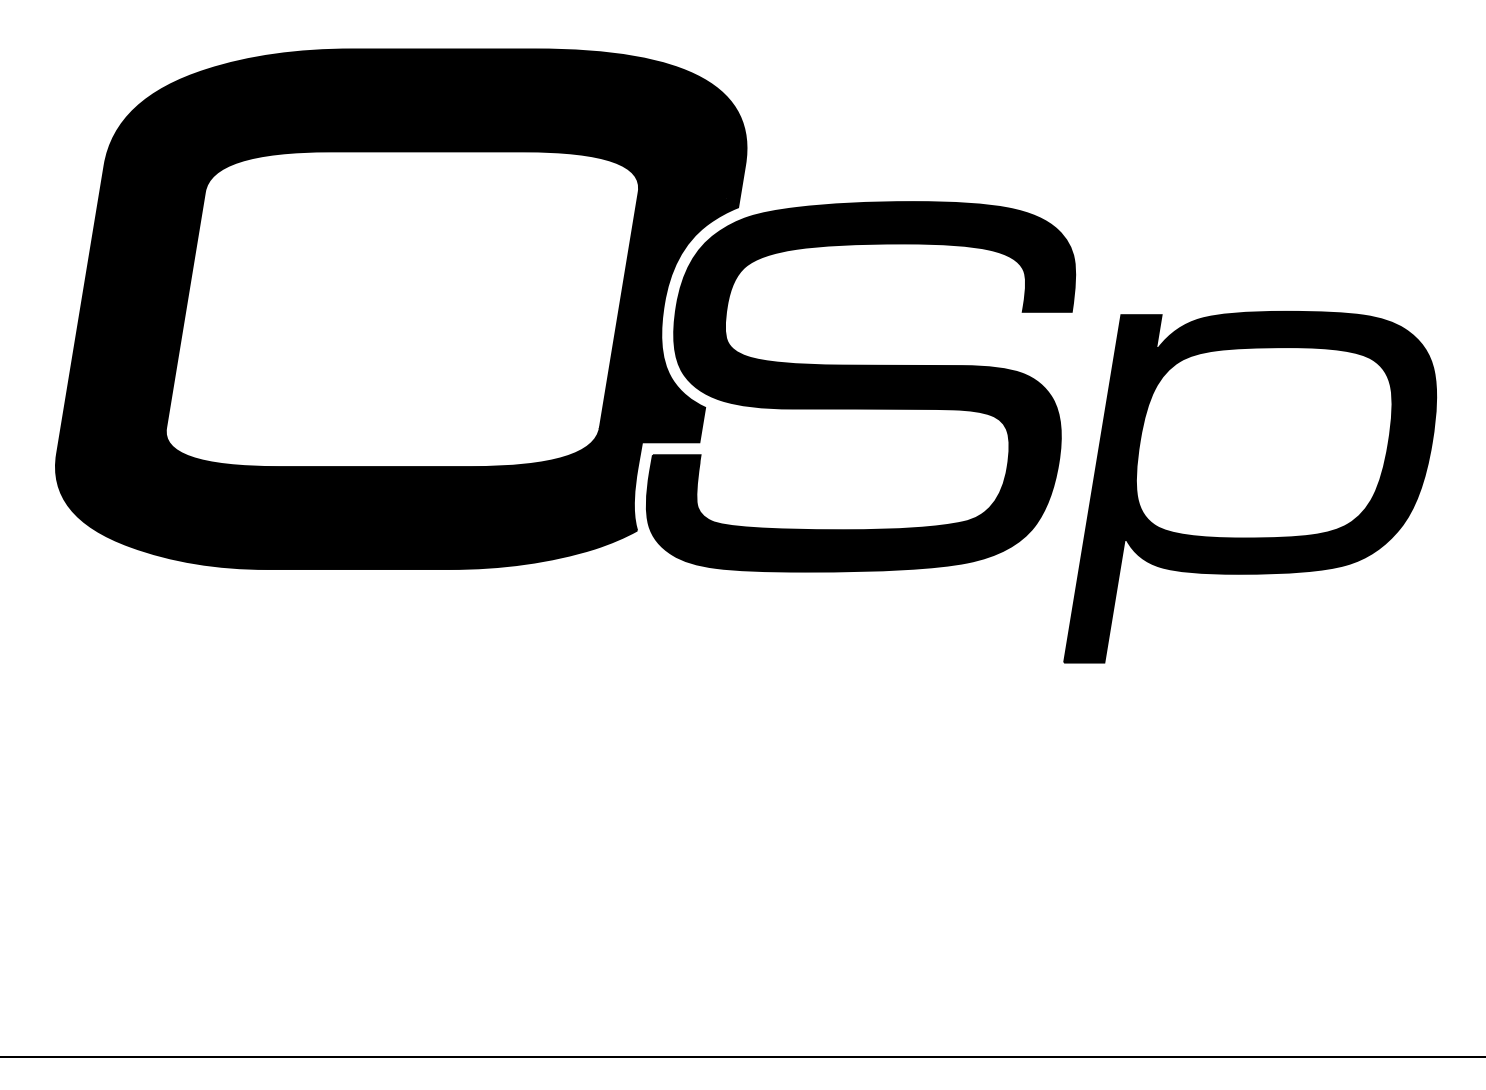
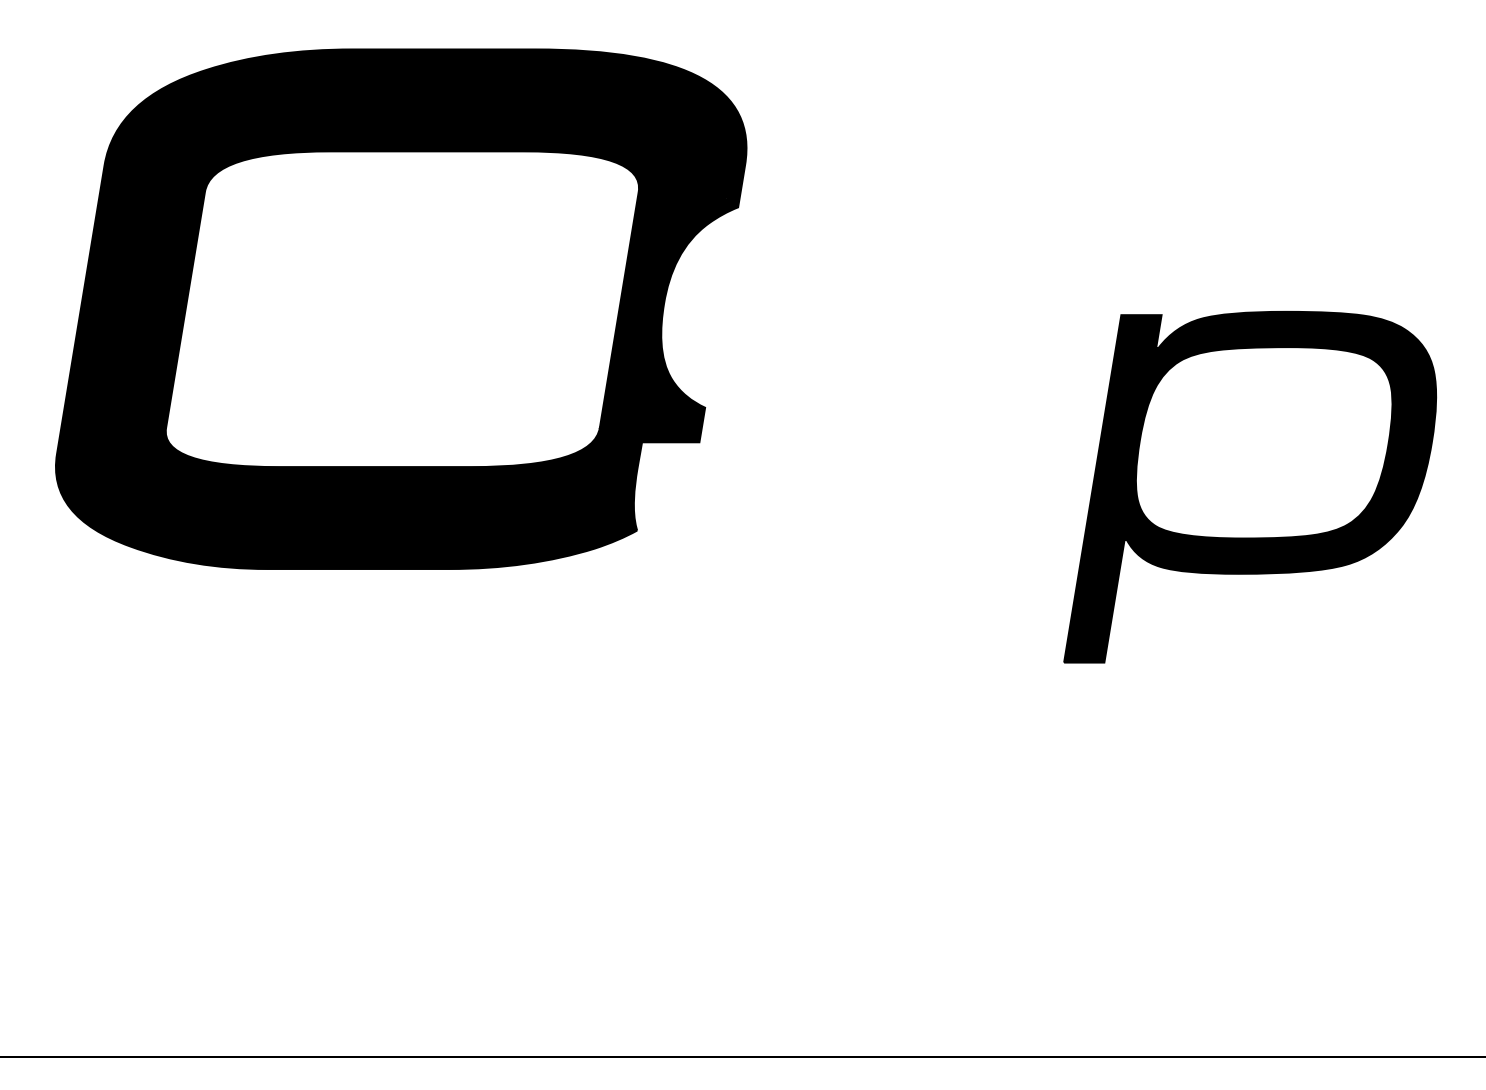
part at (861, 386): present -> none
